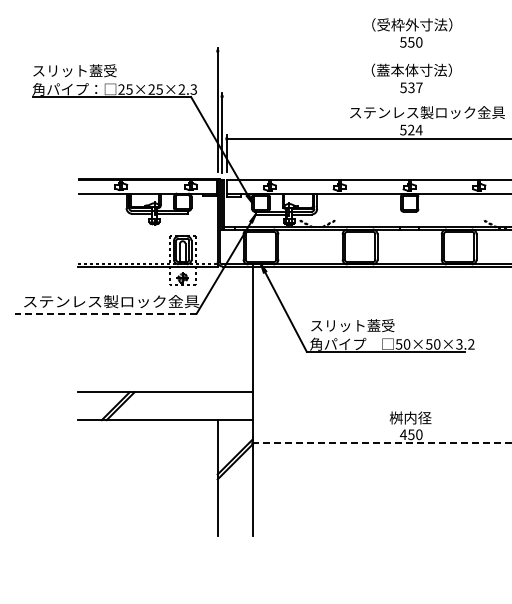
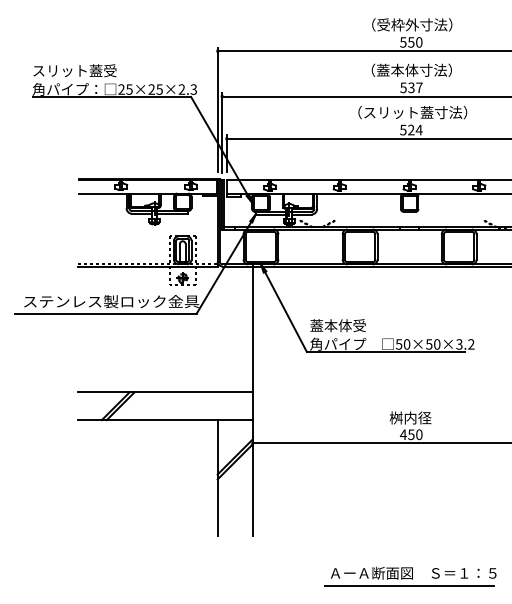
line at (362, 51): none -> present
line at (365, 96): none -> present
text at (427, 112): ステンレス製ロック金具 -> （スリット蓋寸法）
line at (106, 313): dashed -> solid
text at (352, 325): スリット蓋受 -> 蓋本体受
line at (382, 443): dashed -> solid
part at (410, 576): none -> present
